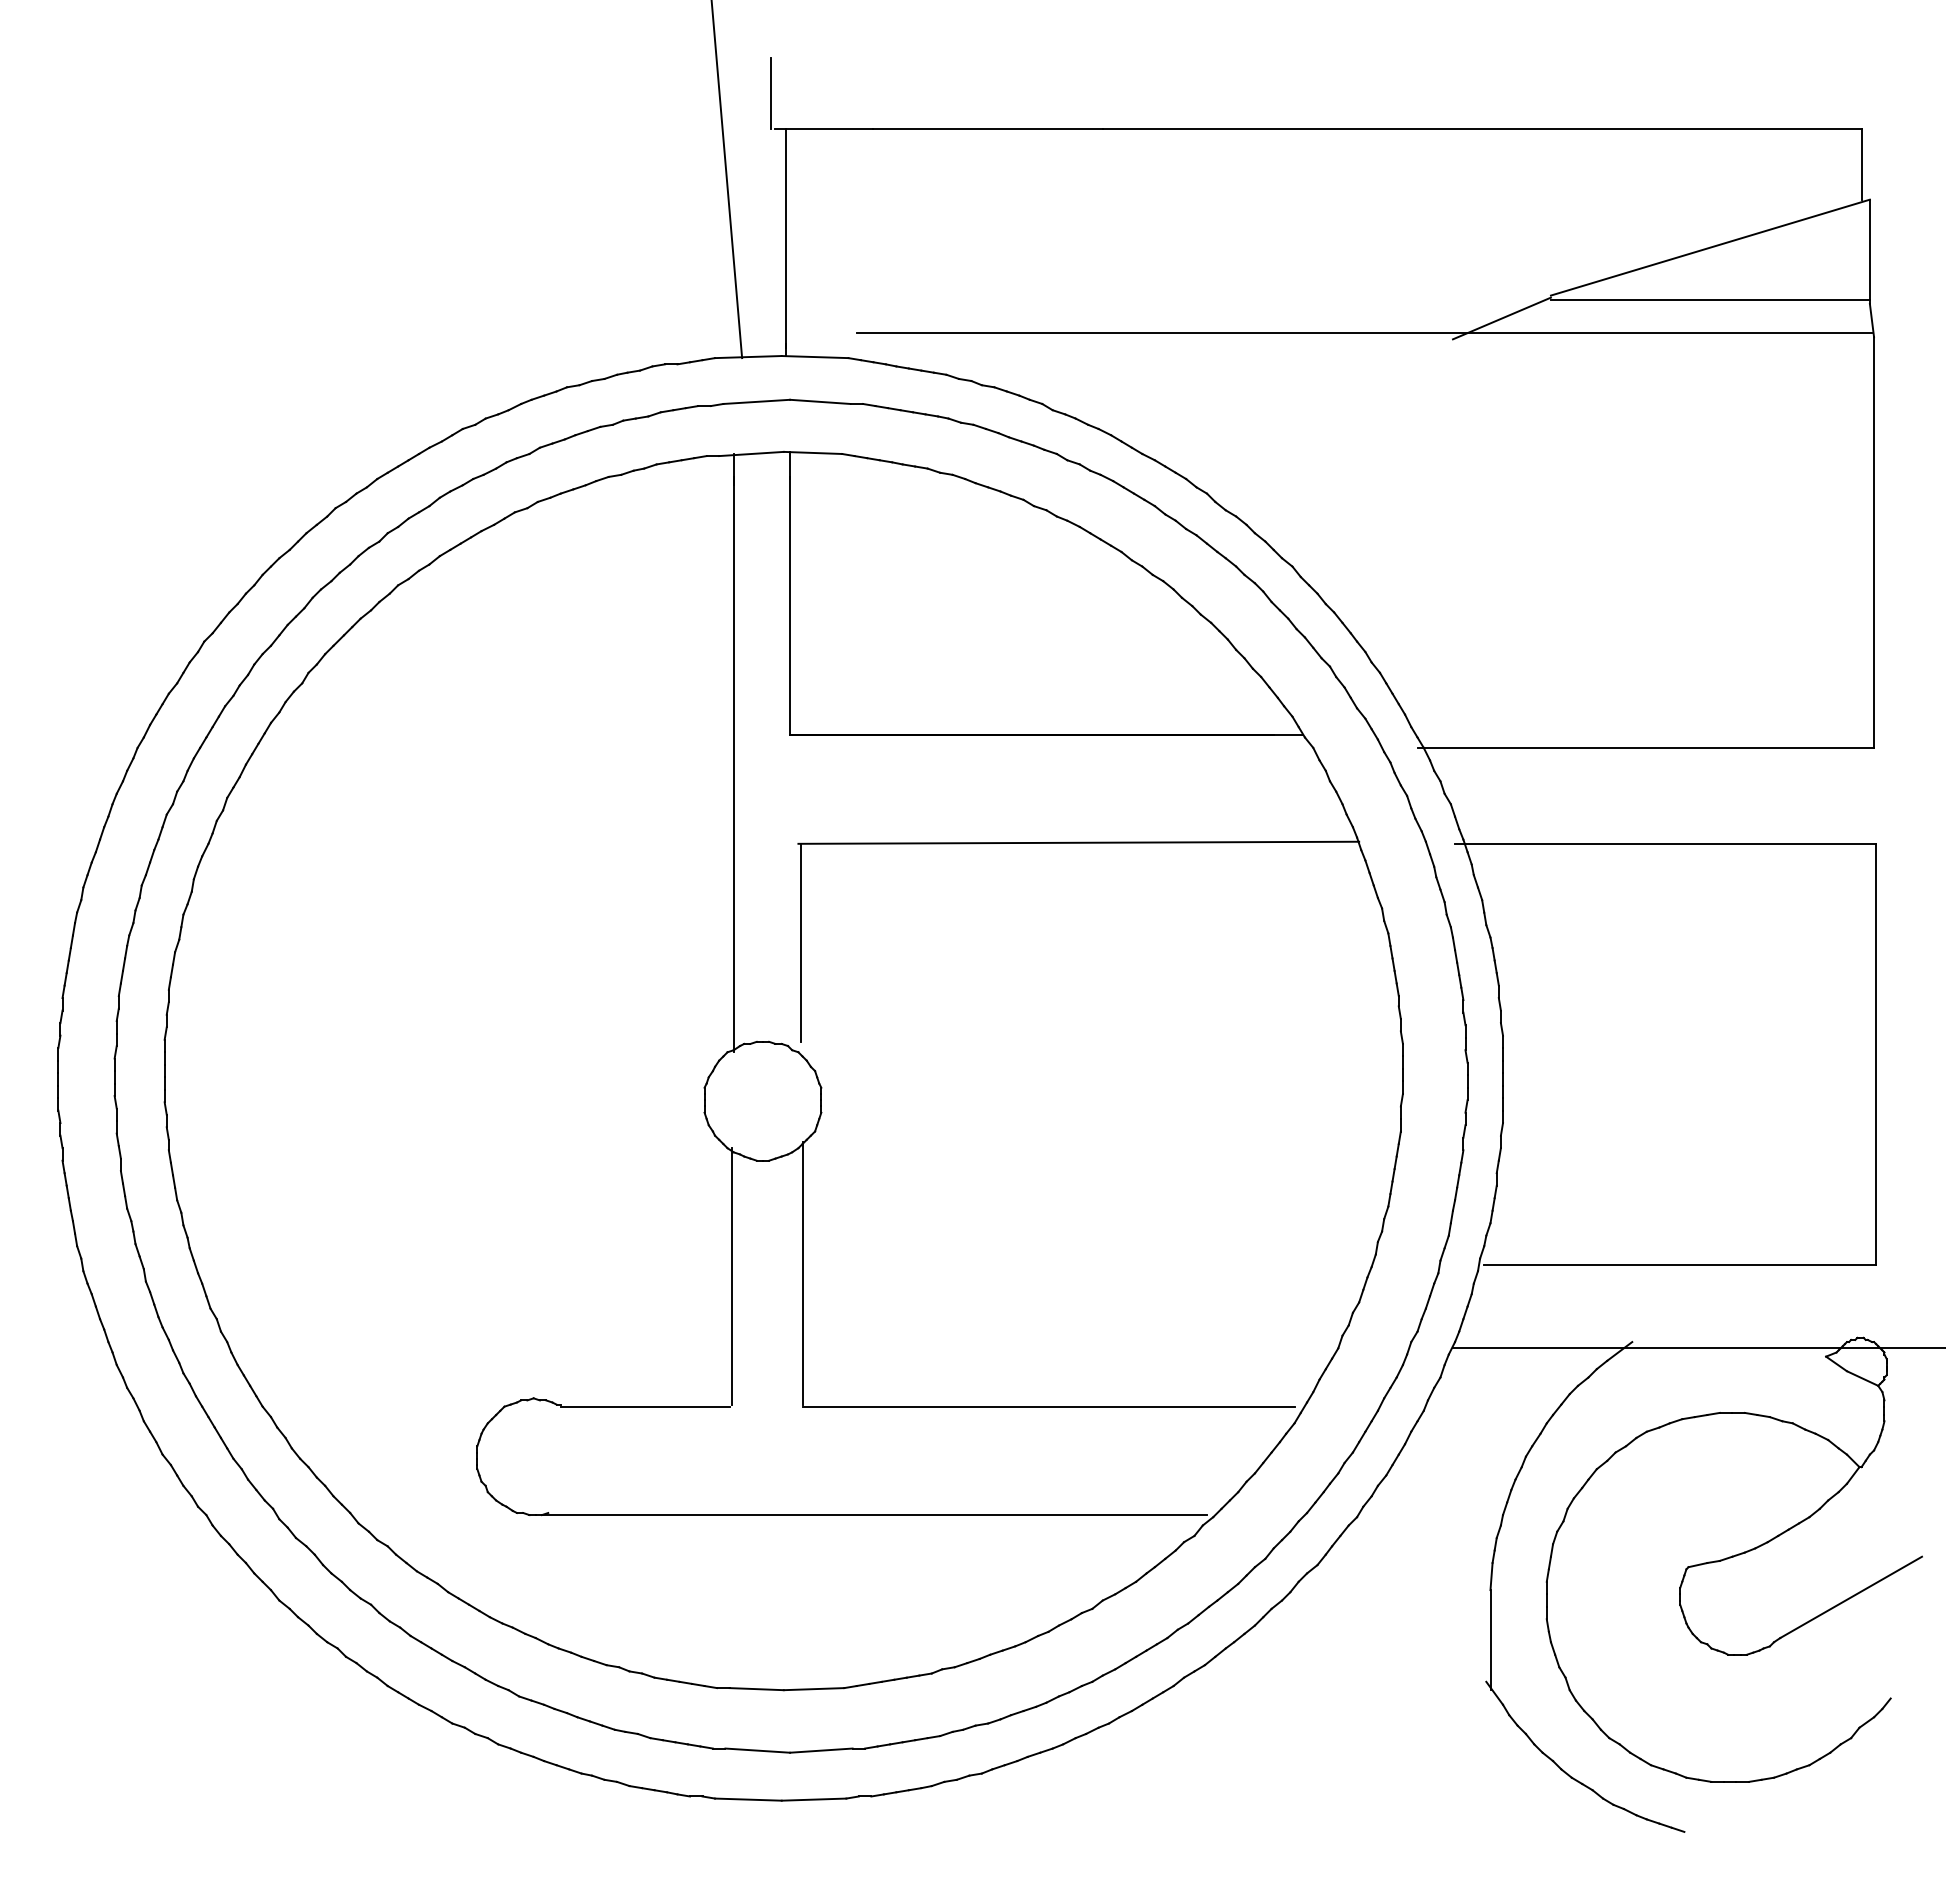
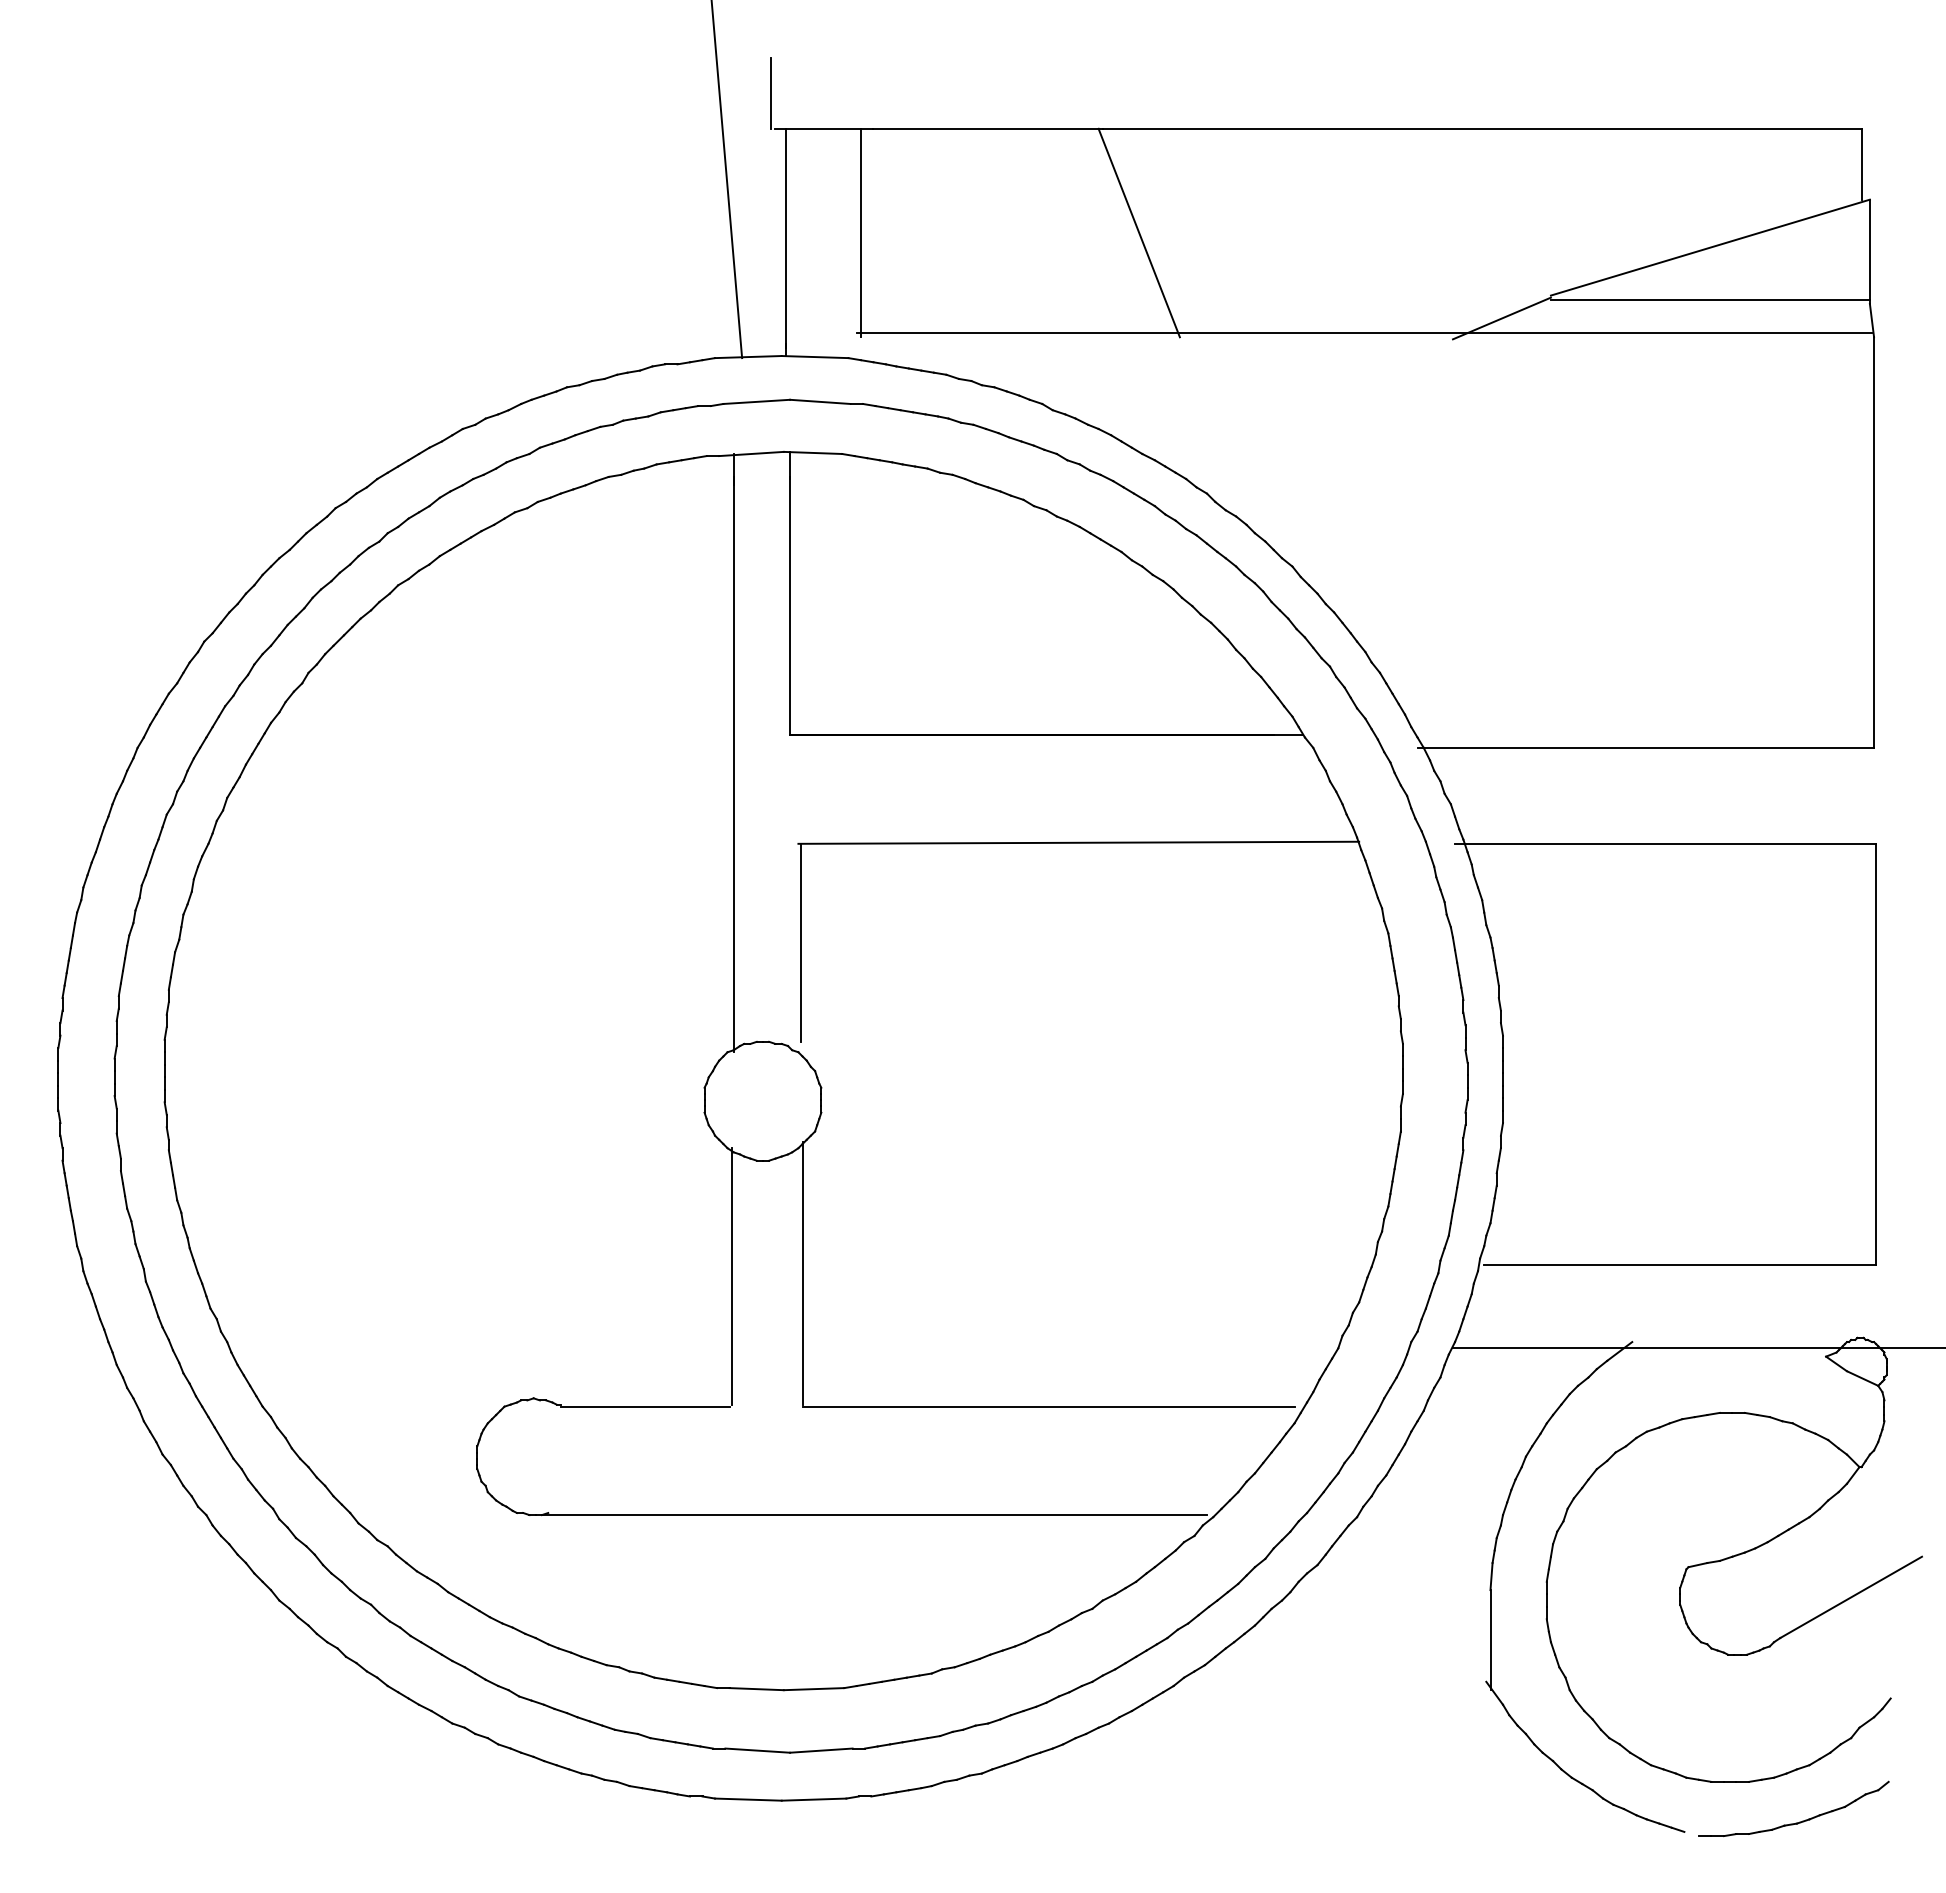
line at (860, 232): none -> present
line at (1138, 232): none -> present
part at (1795, 1822): none -> present
